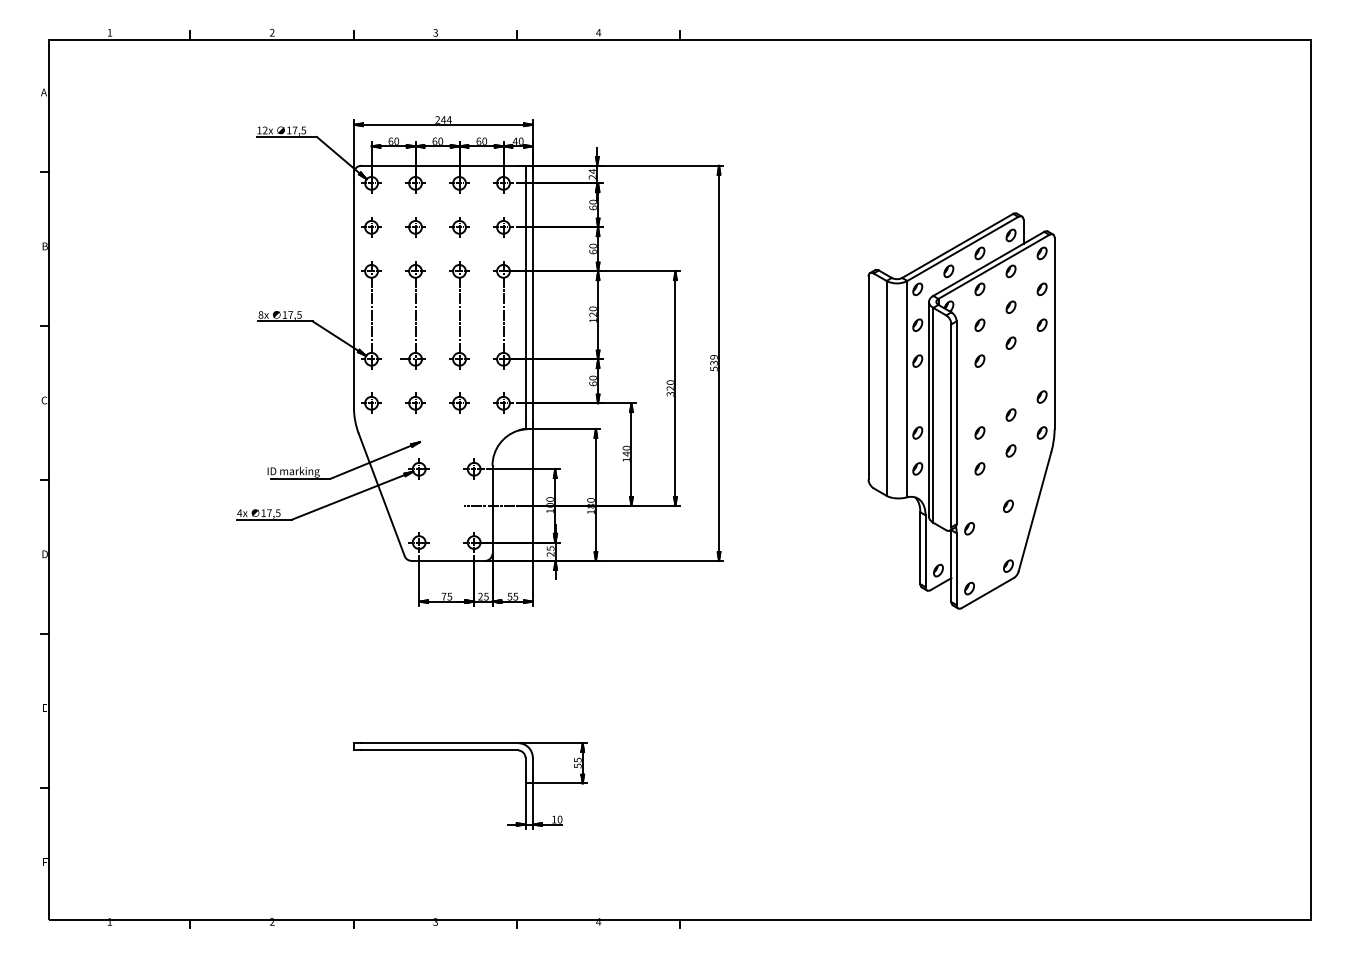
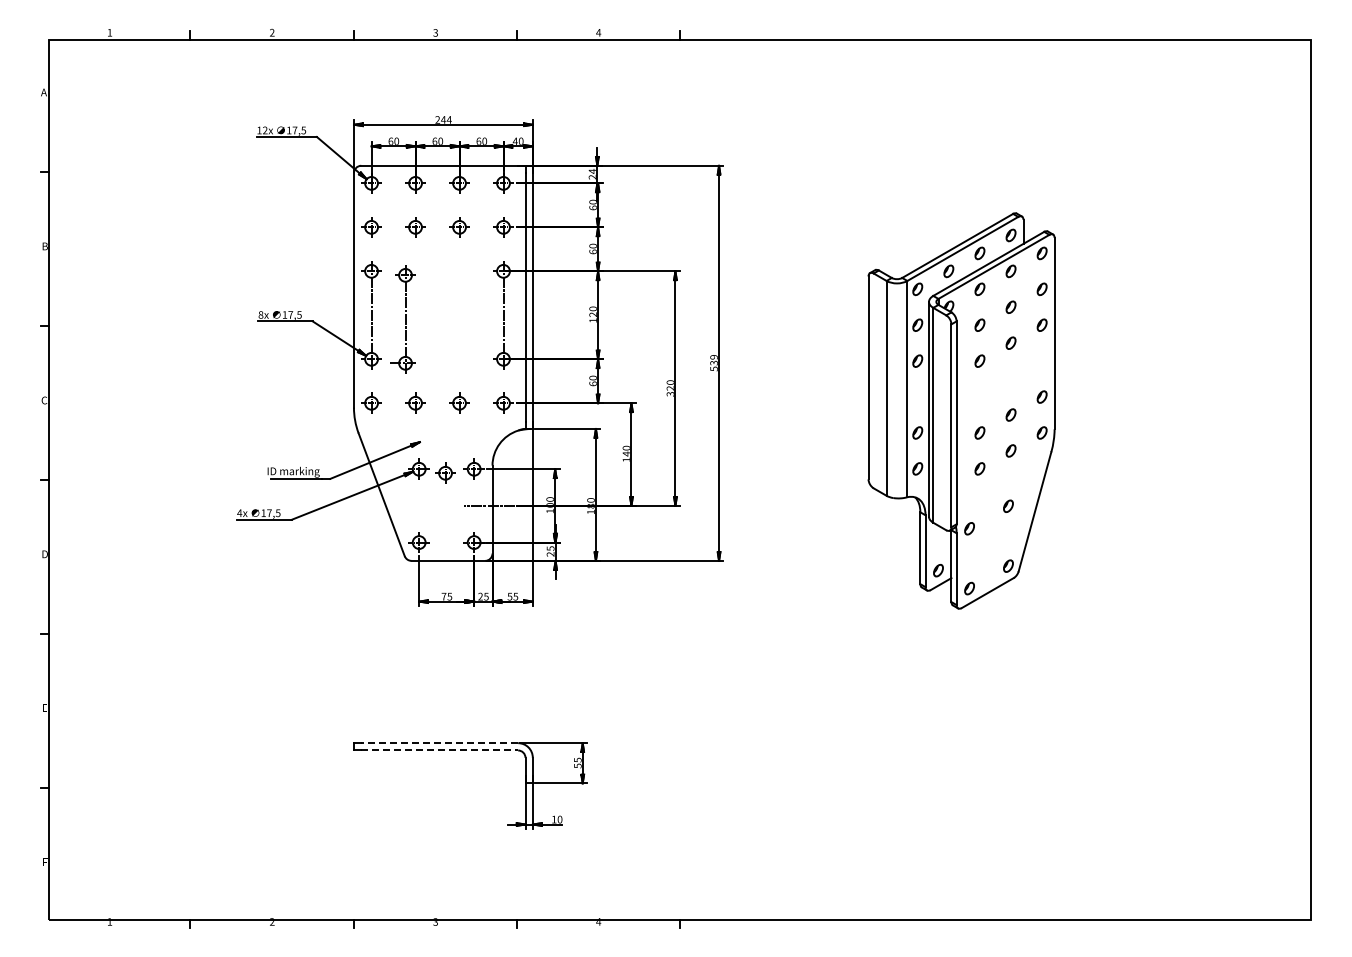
part at (412, 315) position: (412, 315) -> (402, 319)
part at (459, 315): present -> none
part at (445, 472): none -> present
line at (439, 743): solid -> dashed
line at (440, 750): solid -> dashed
